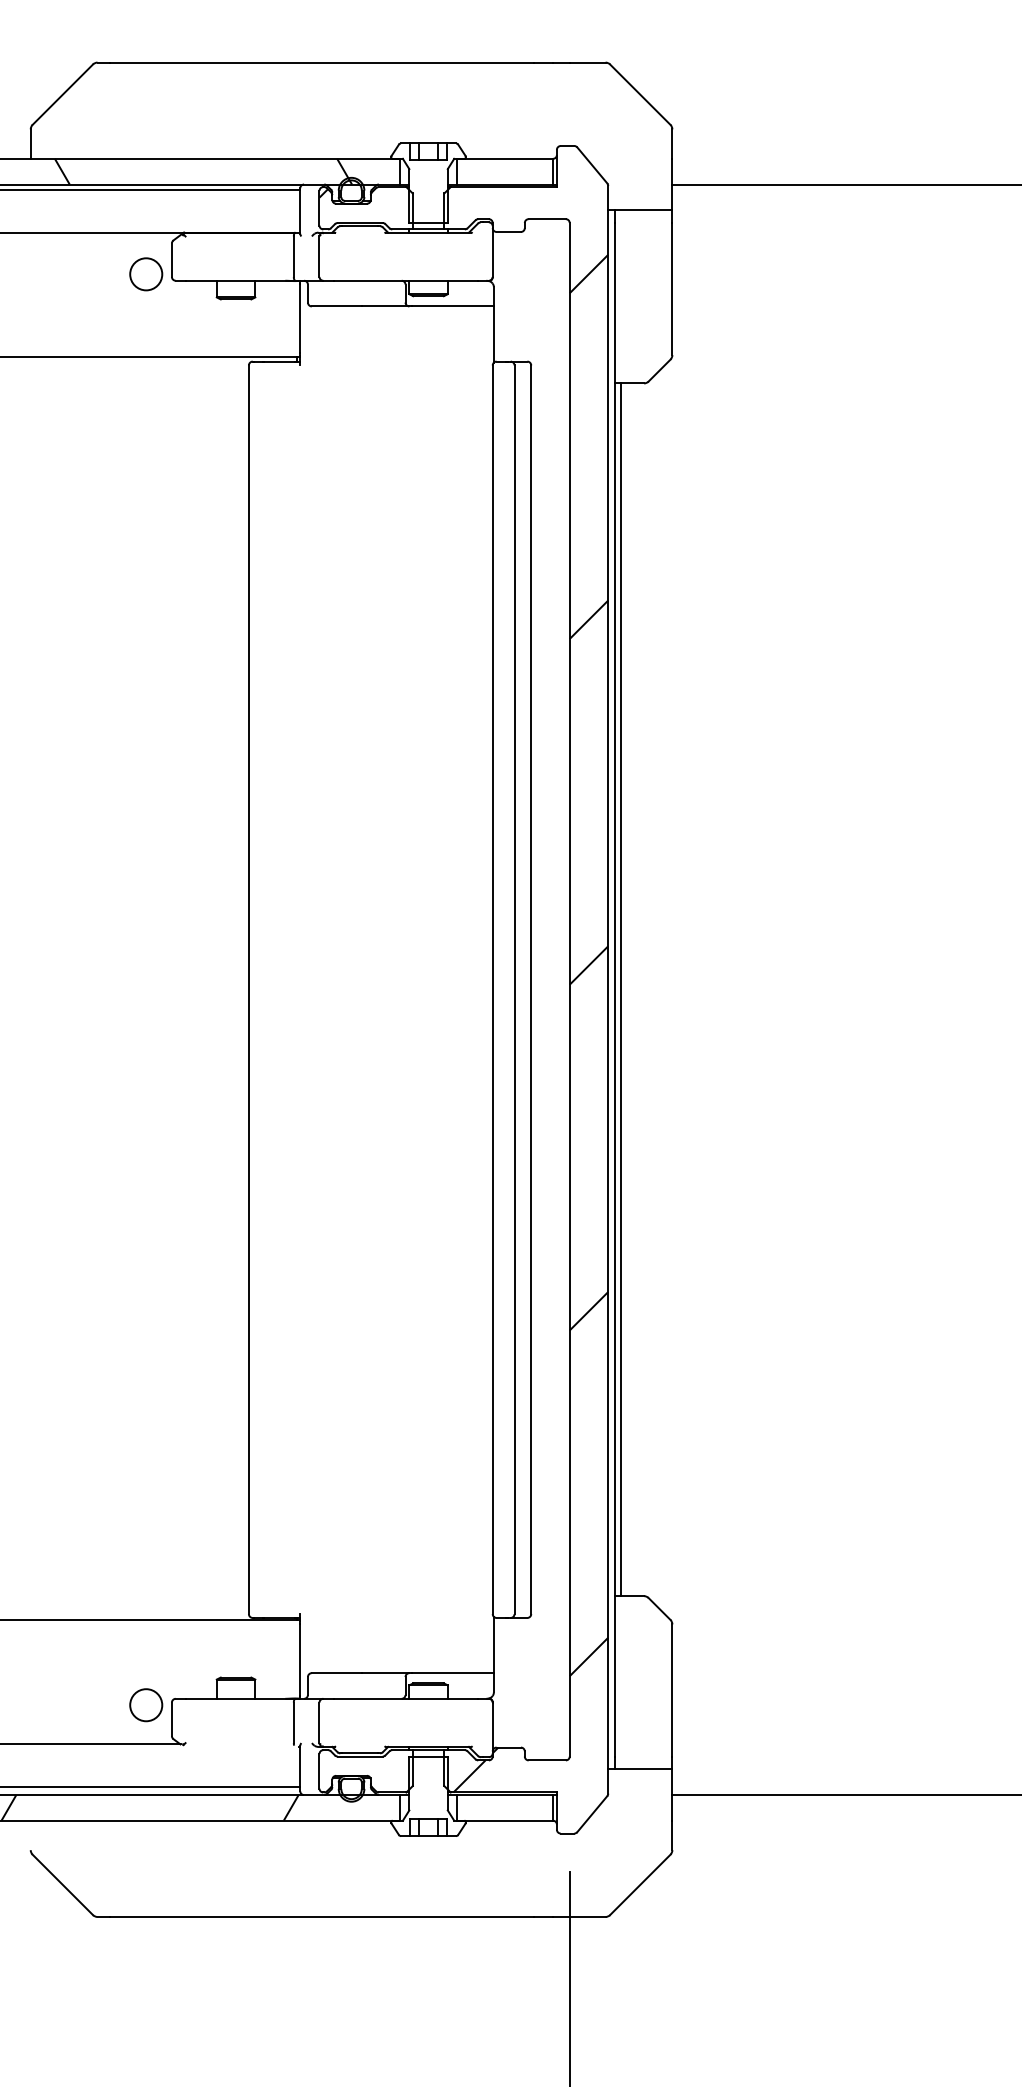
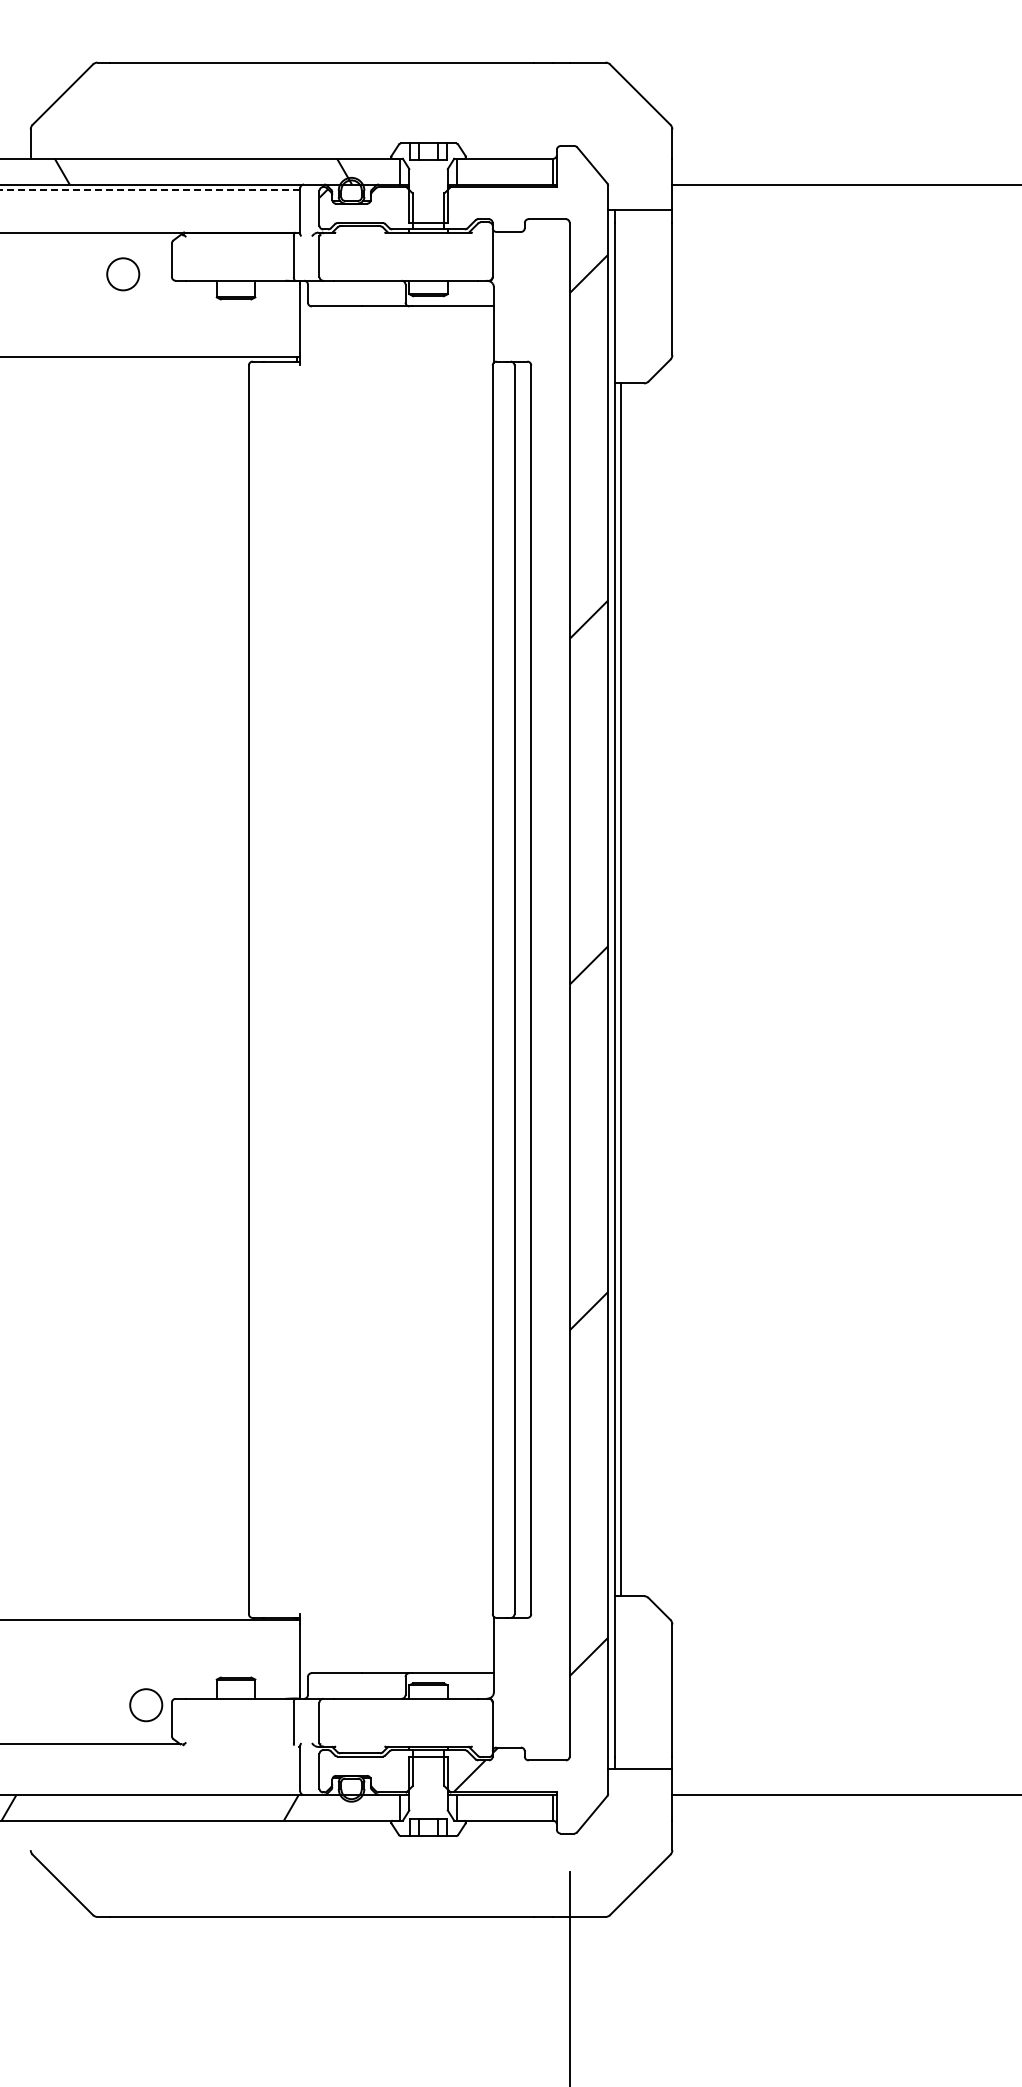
line at (150, 190): solid -> dashed
circle at (146, 274) position: (146, 274) -> (123, 274)
line at (151, 1786): present -> none
